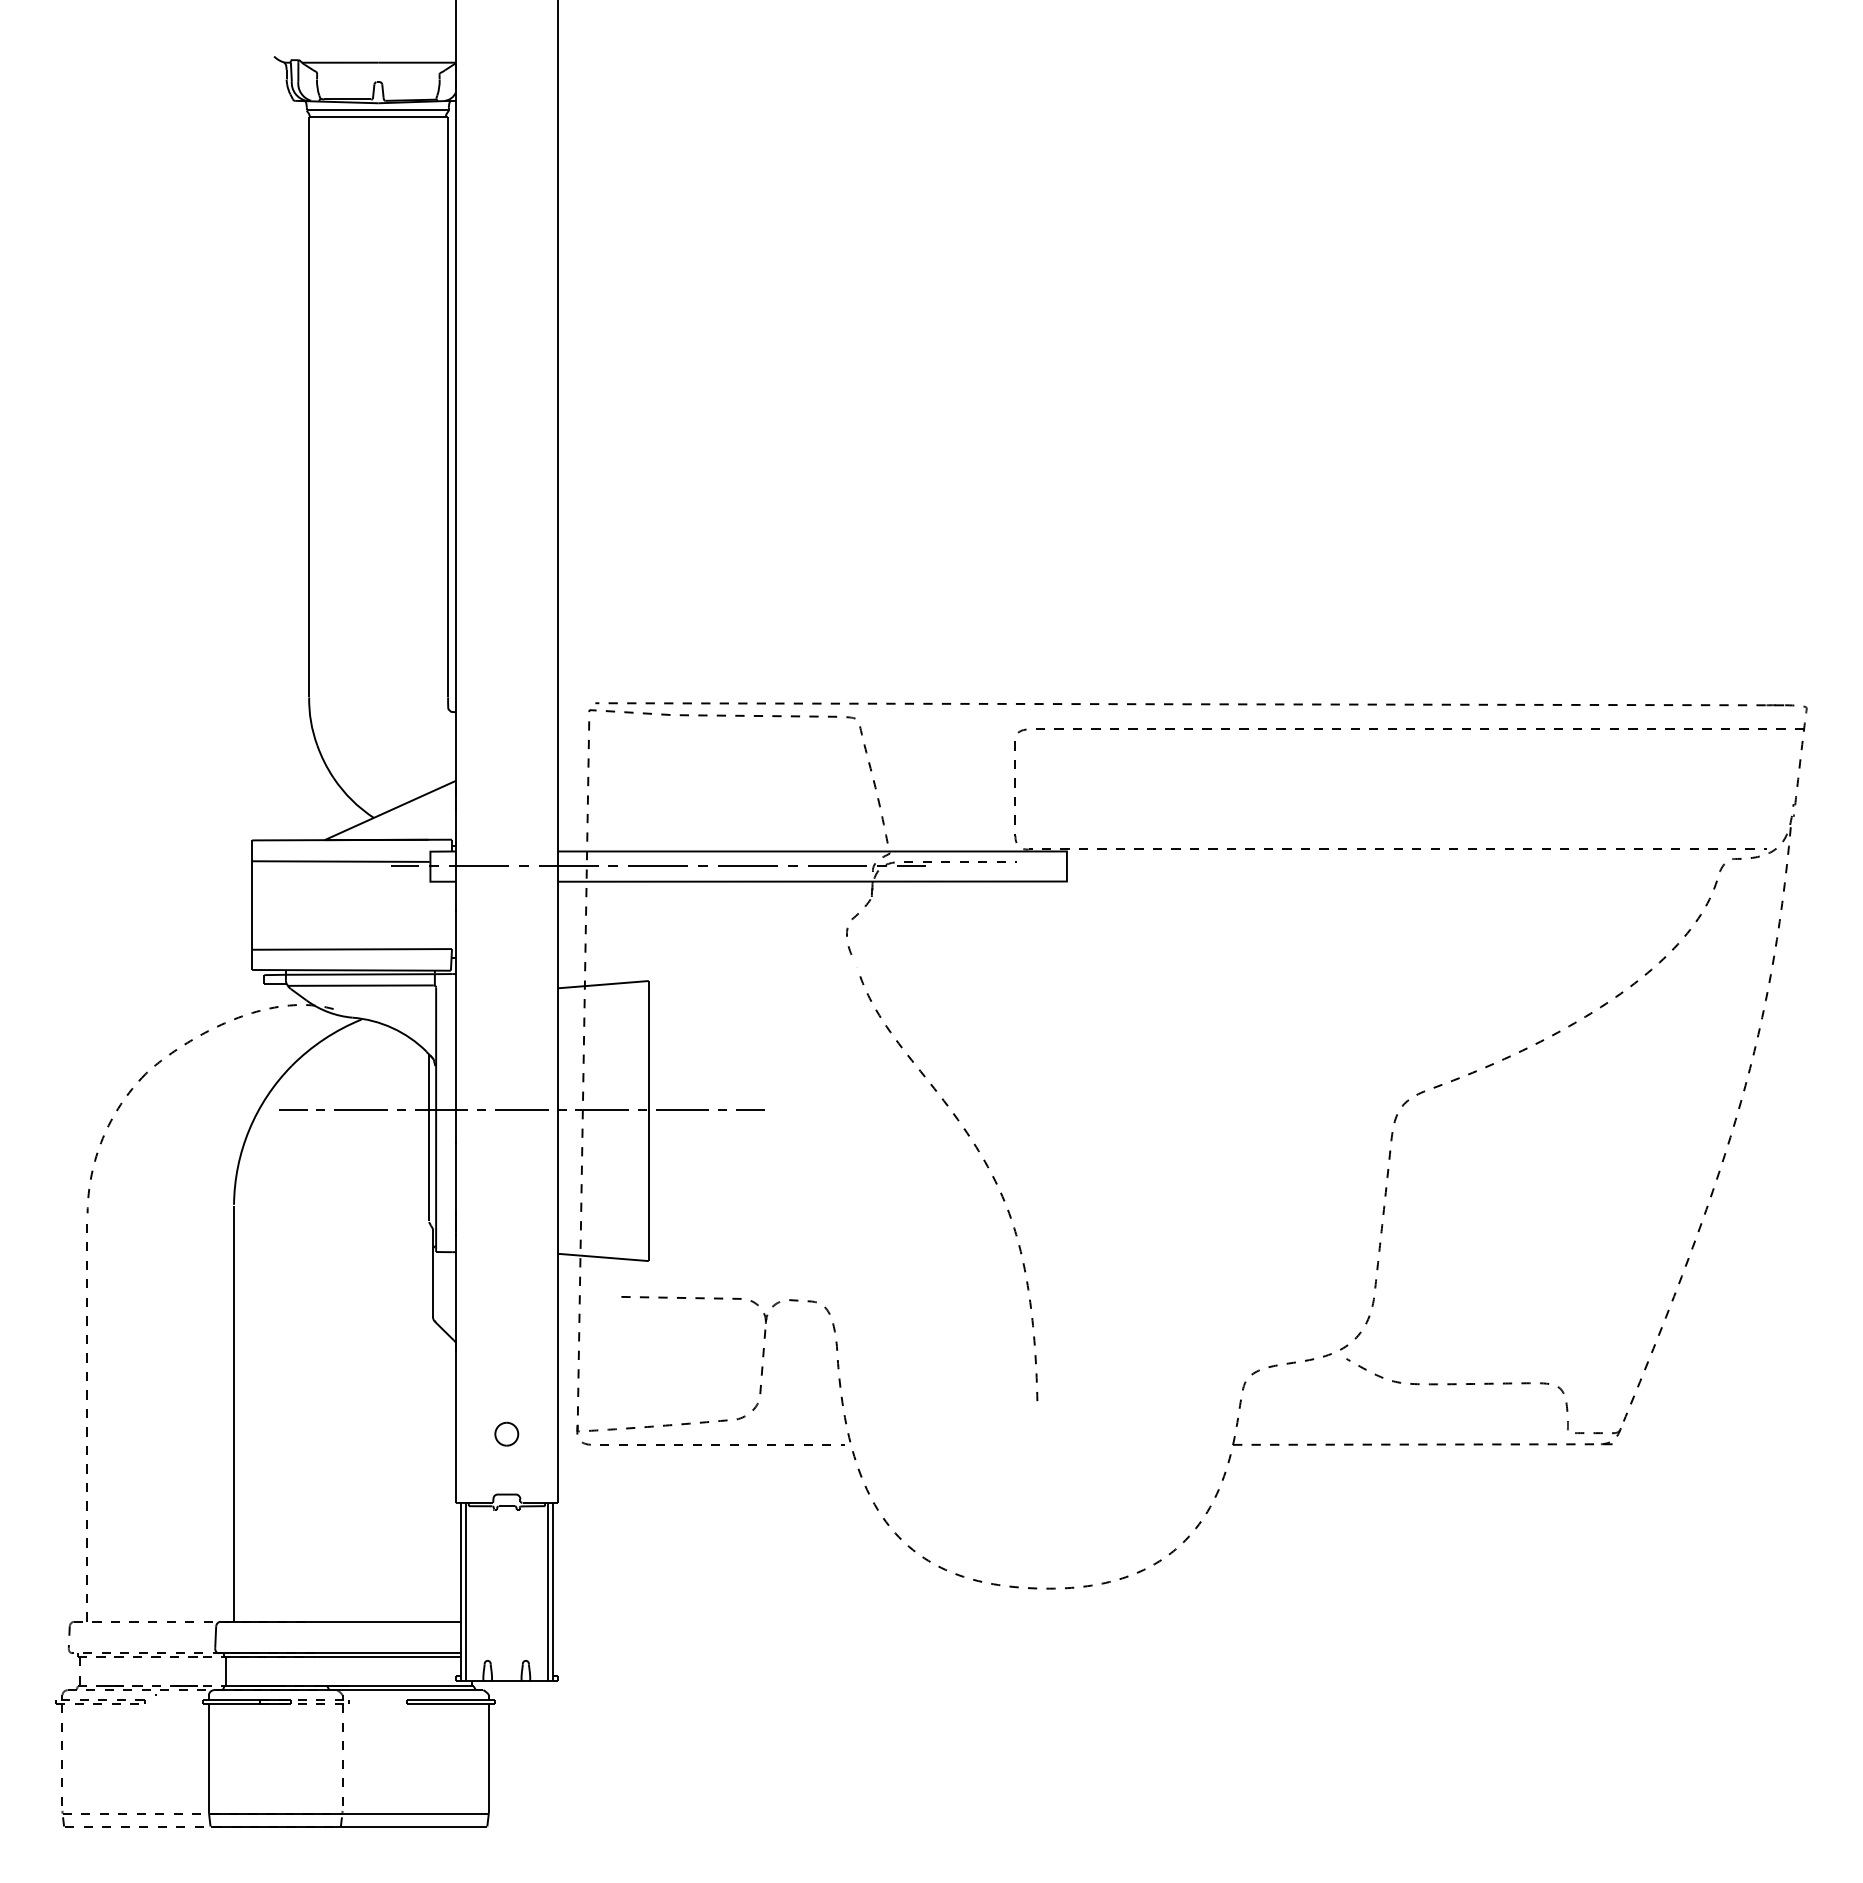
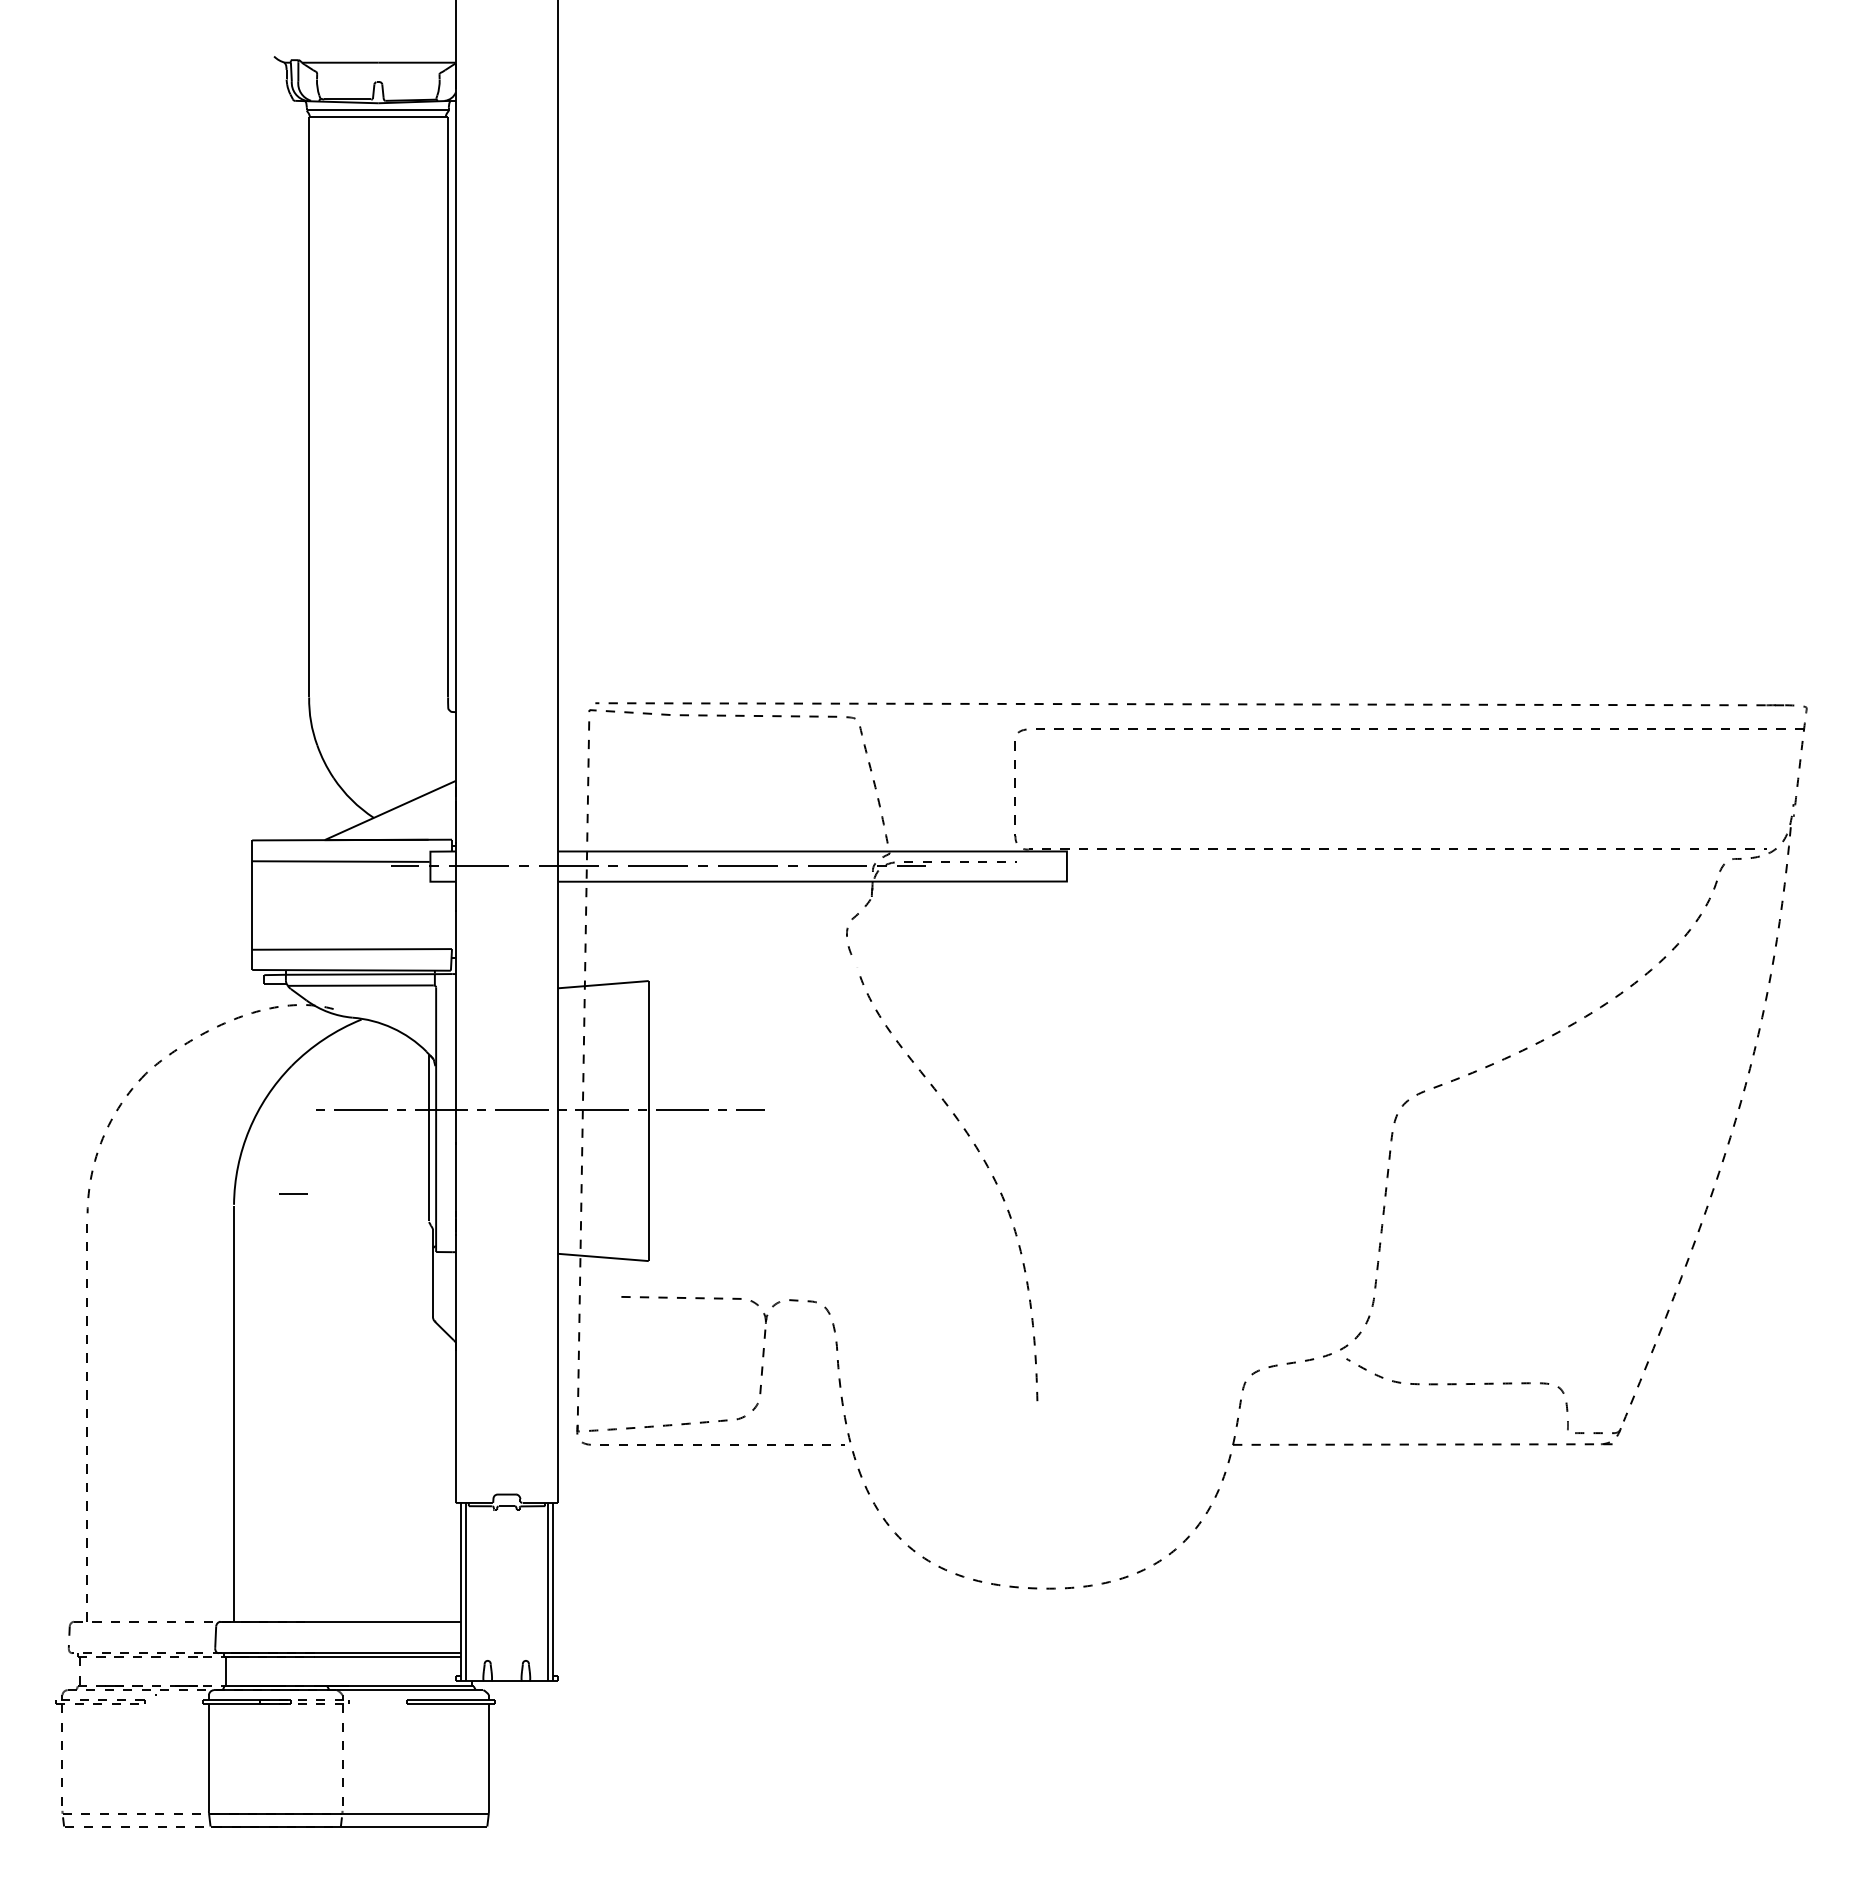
line at (293, 1109) position: (293, 1109) -> (293, 1193)
part at (506, 1433): present -> none
